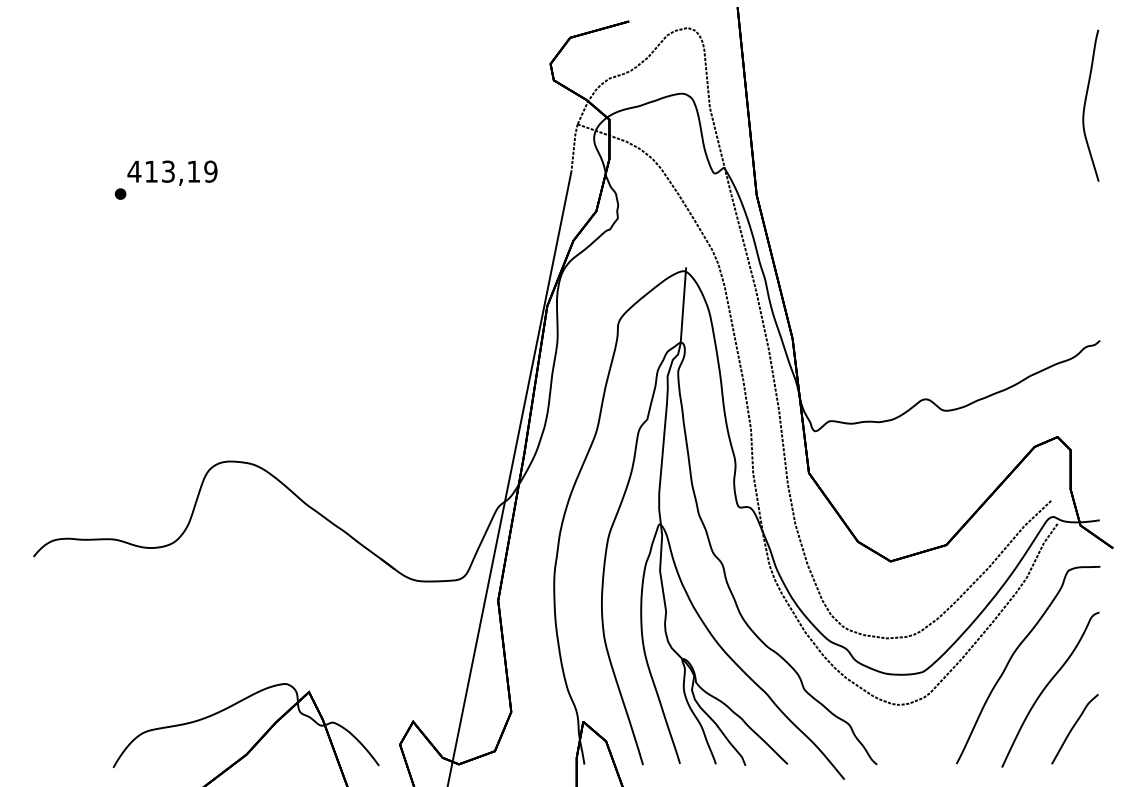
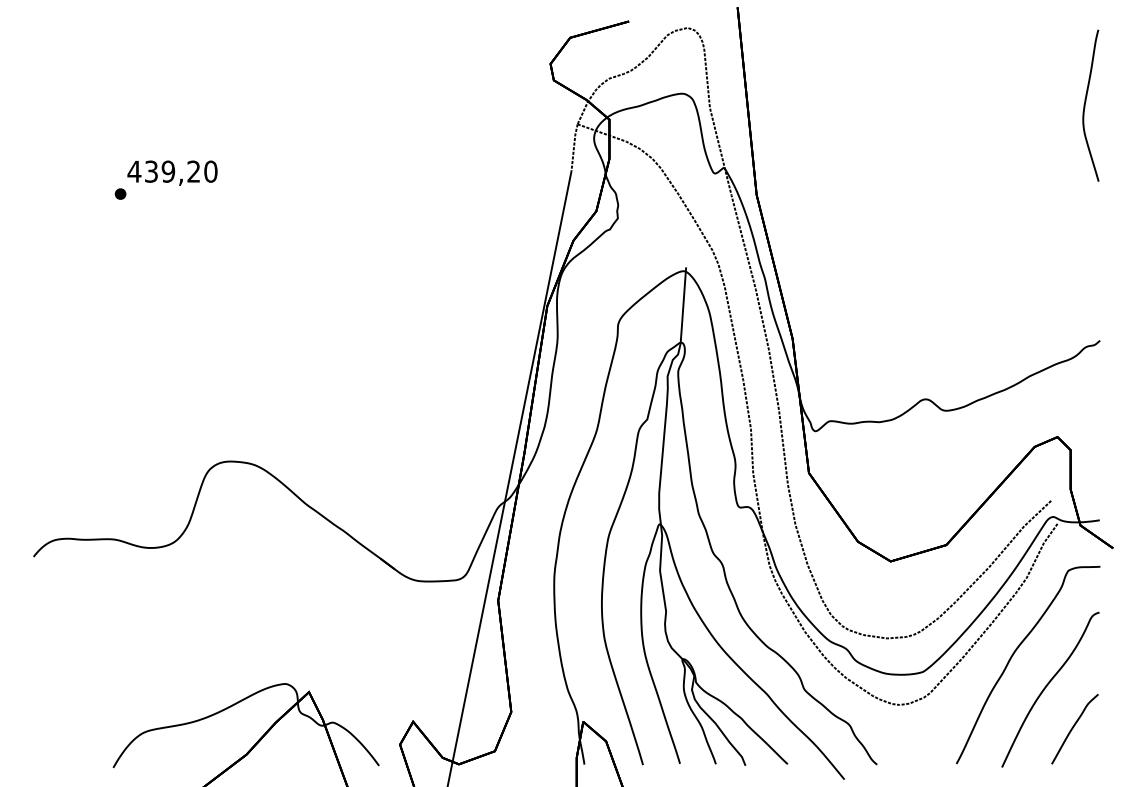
text at (181, 171): 413,19 -> 439,20
